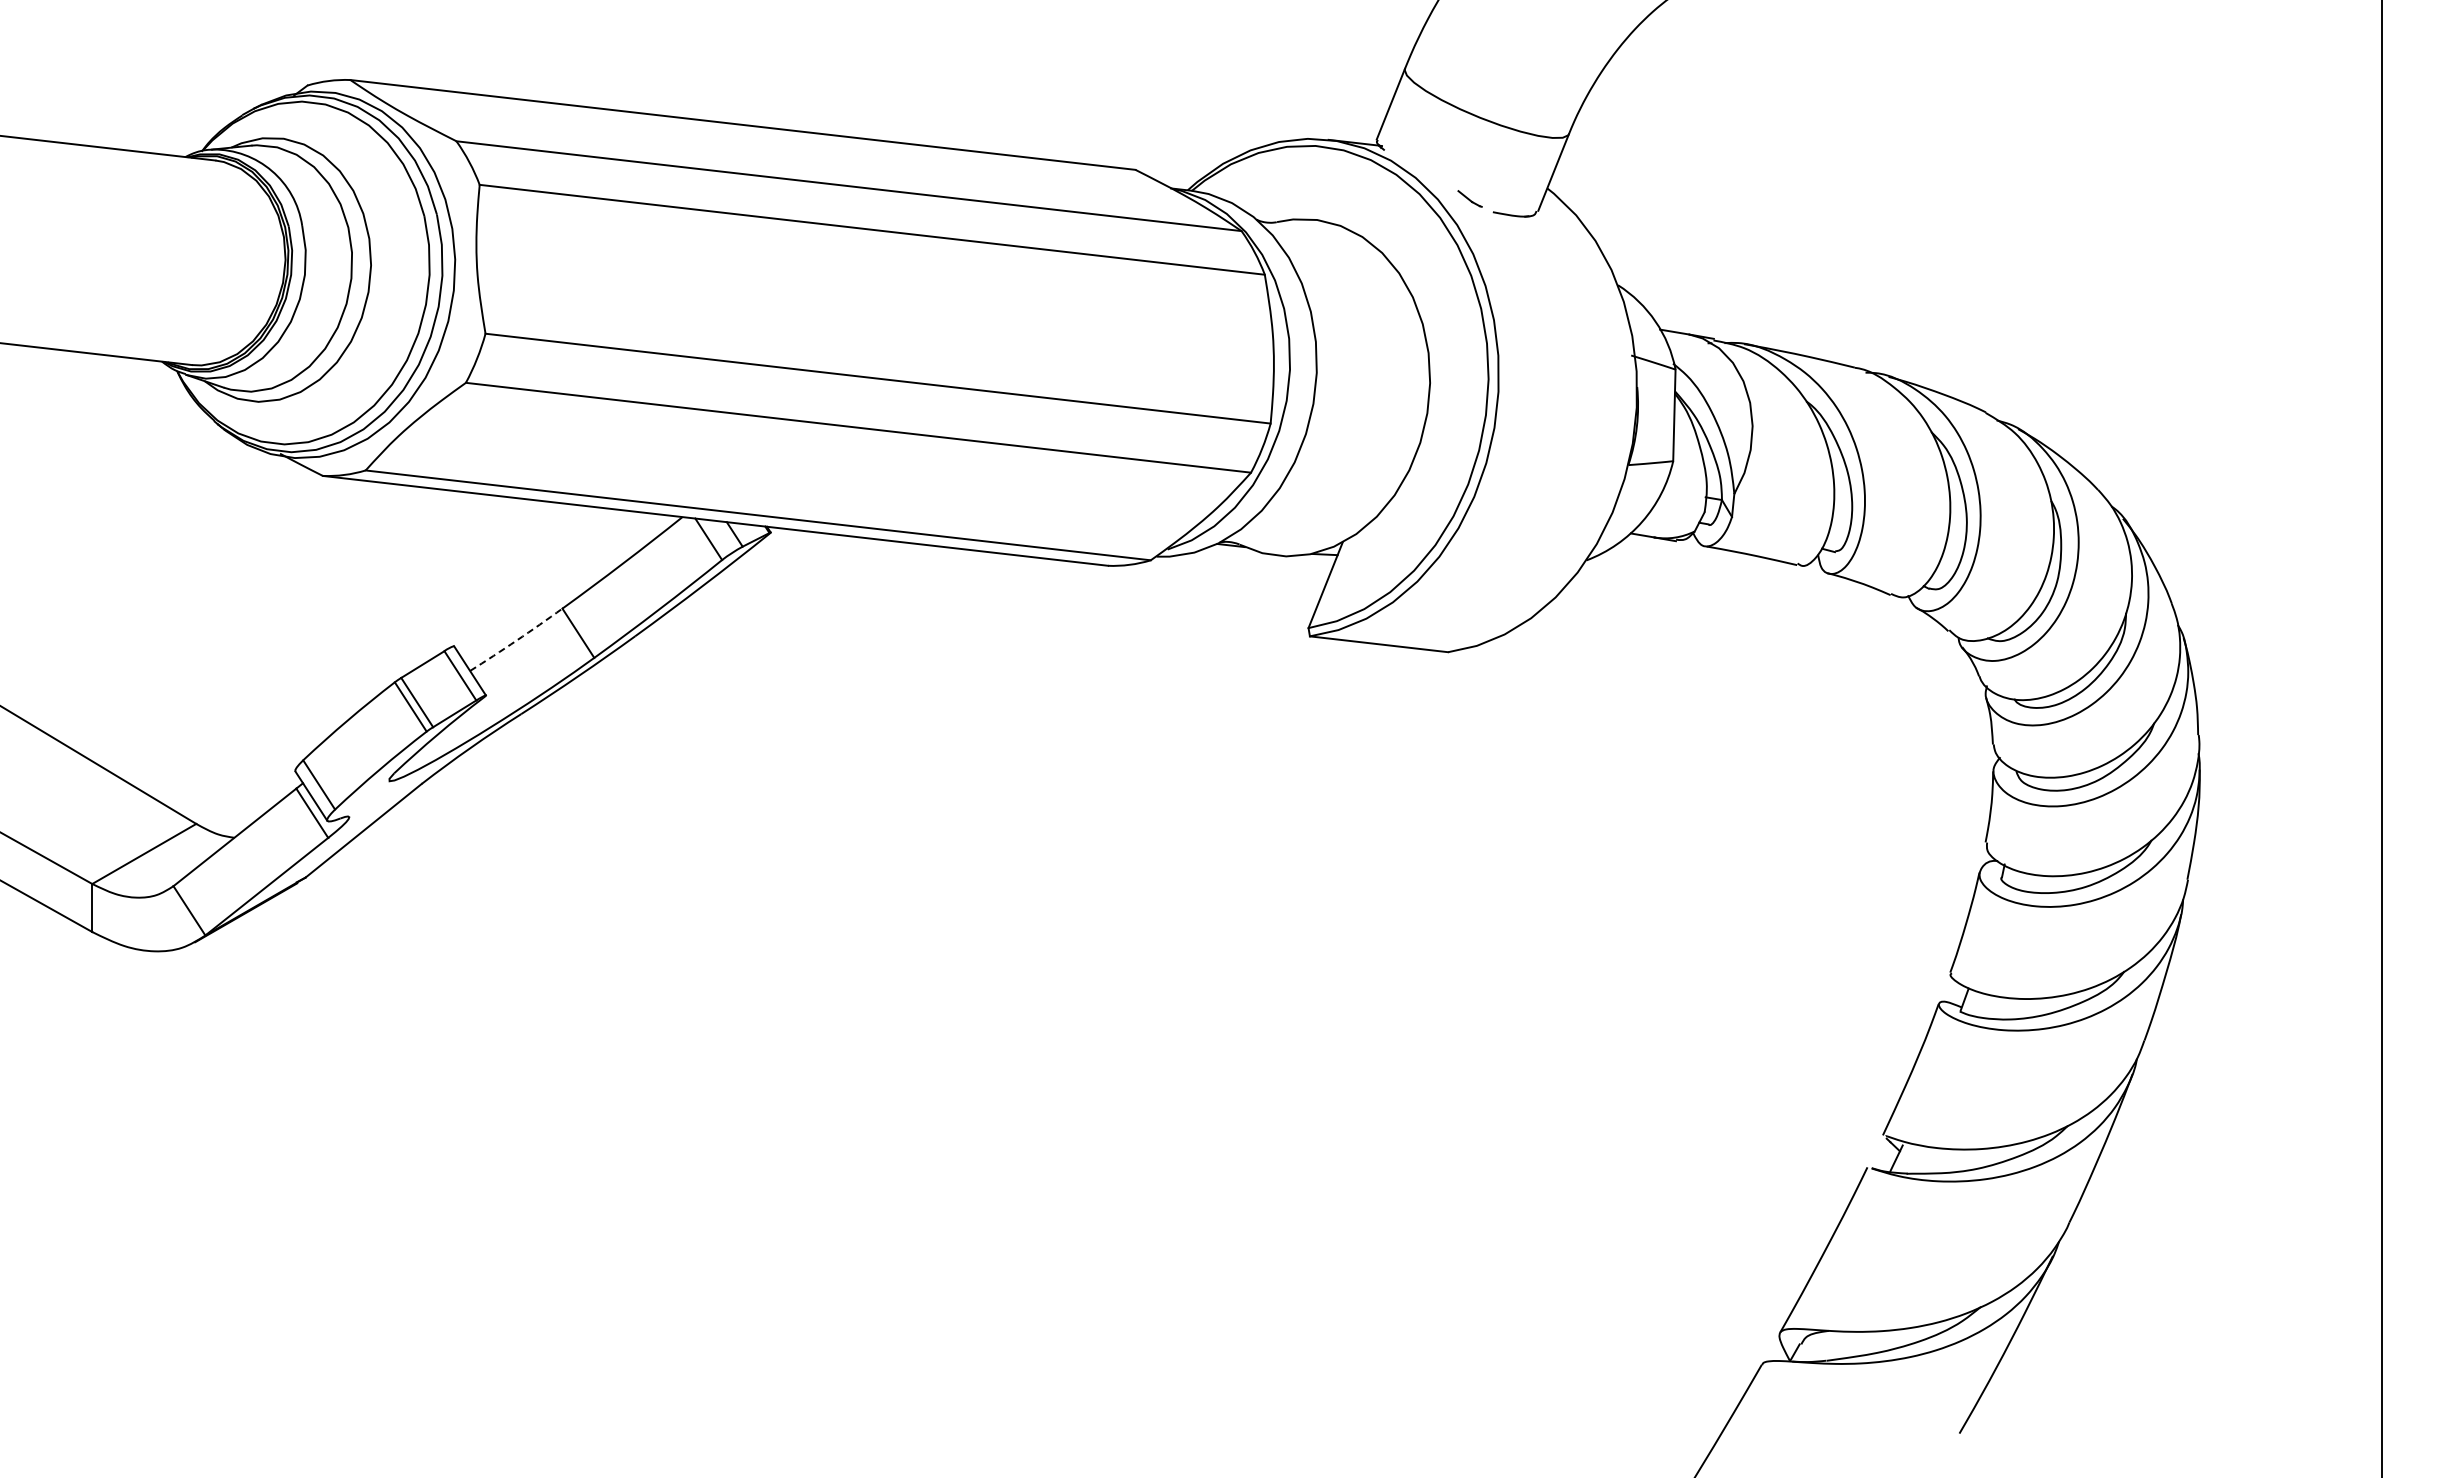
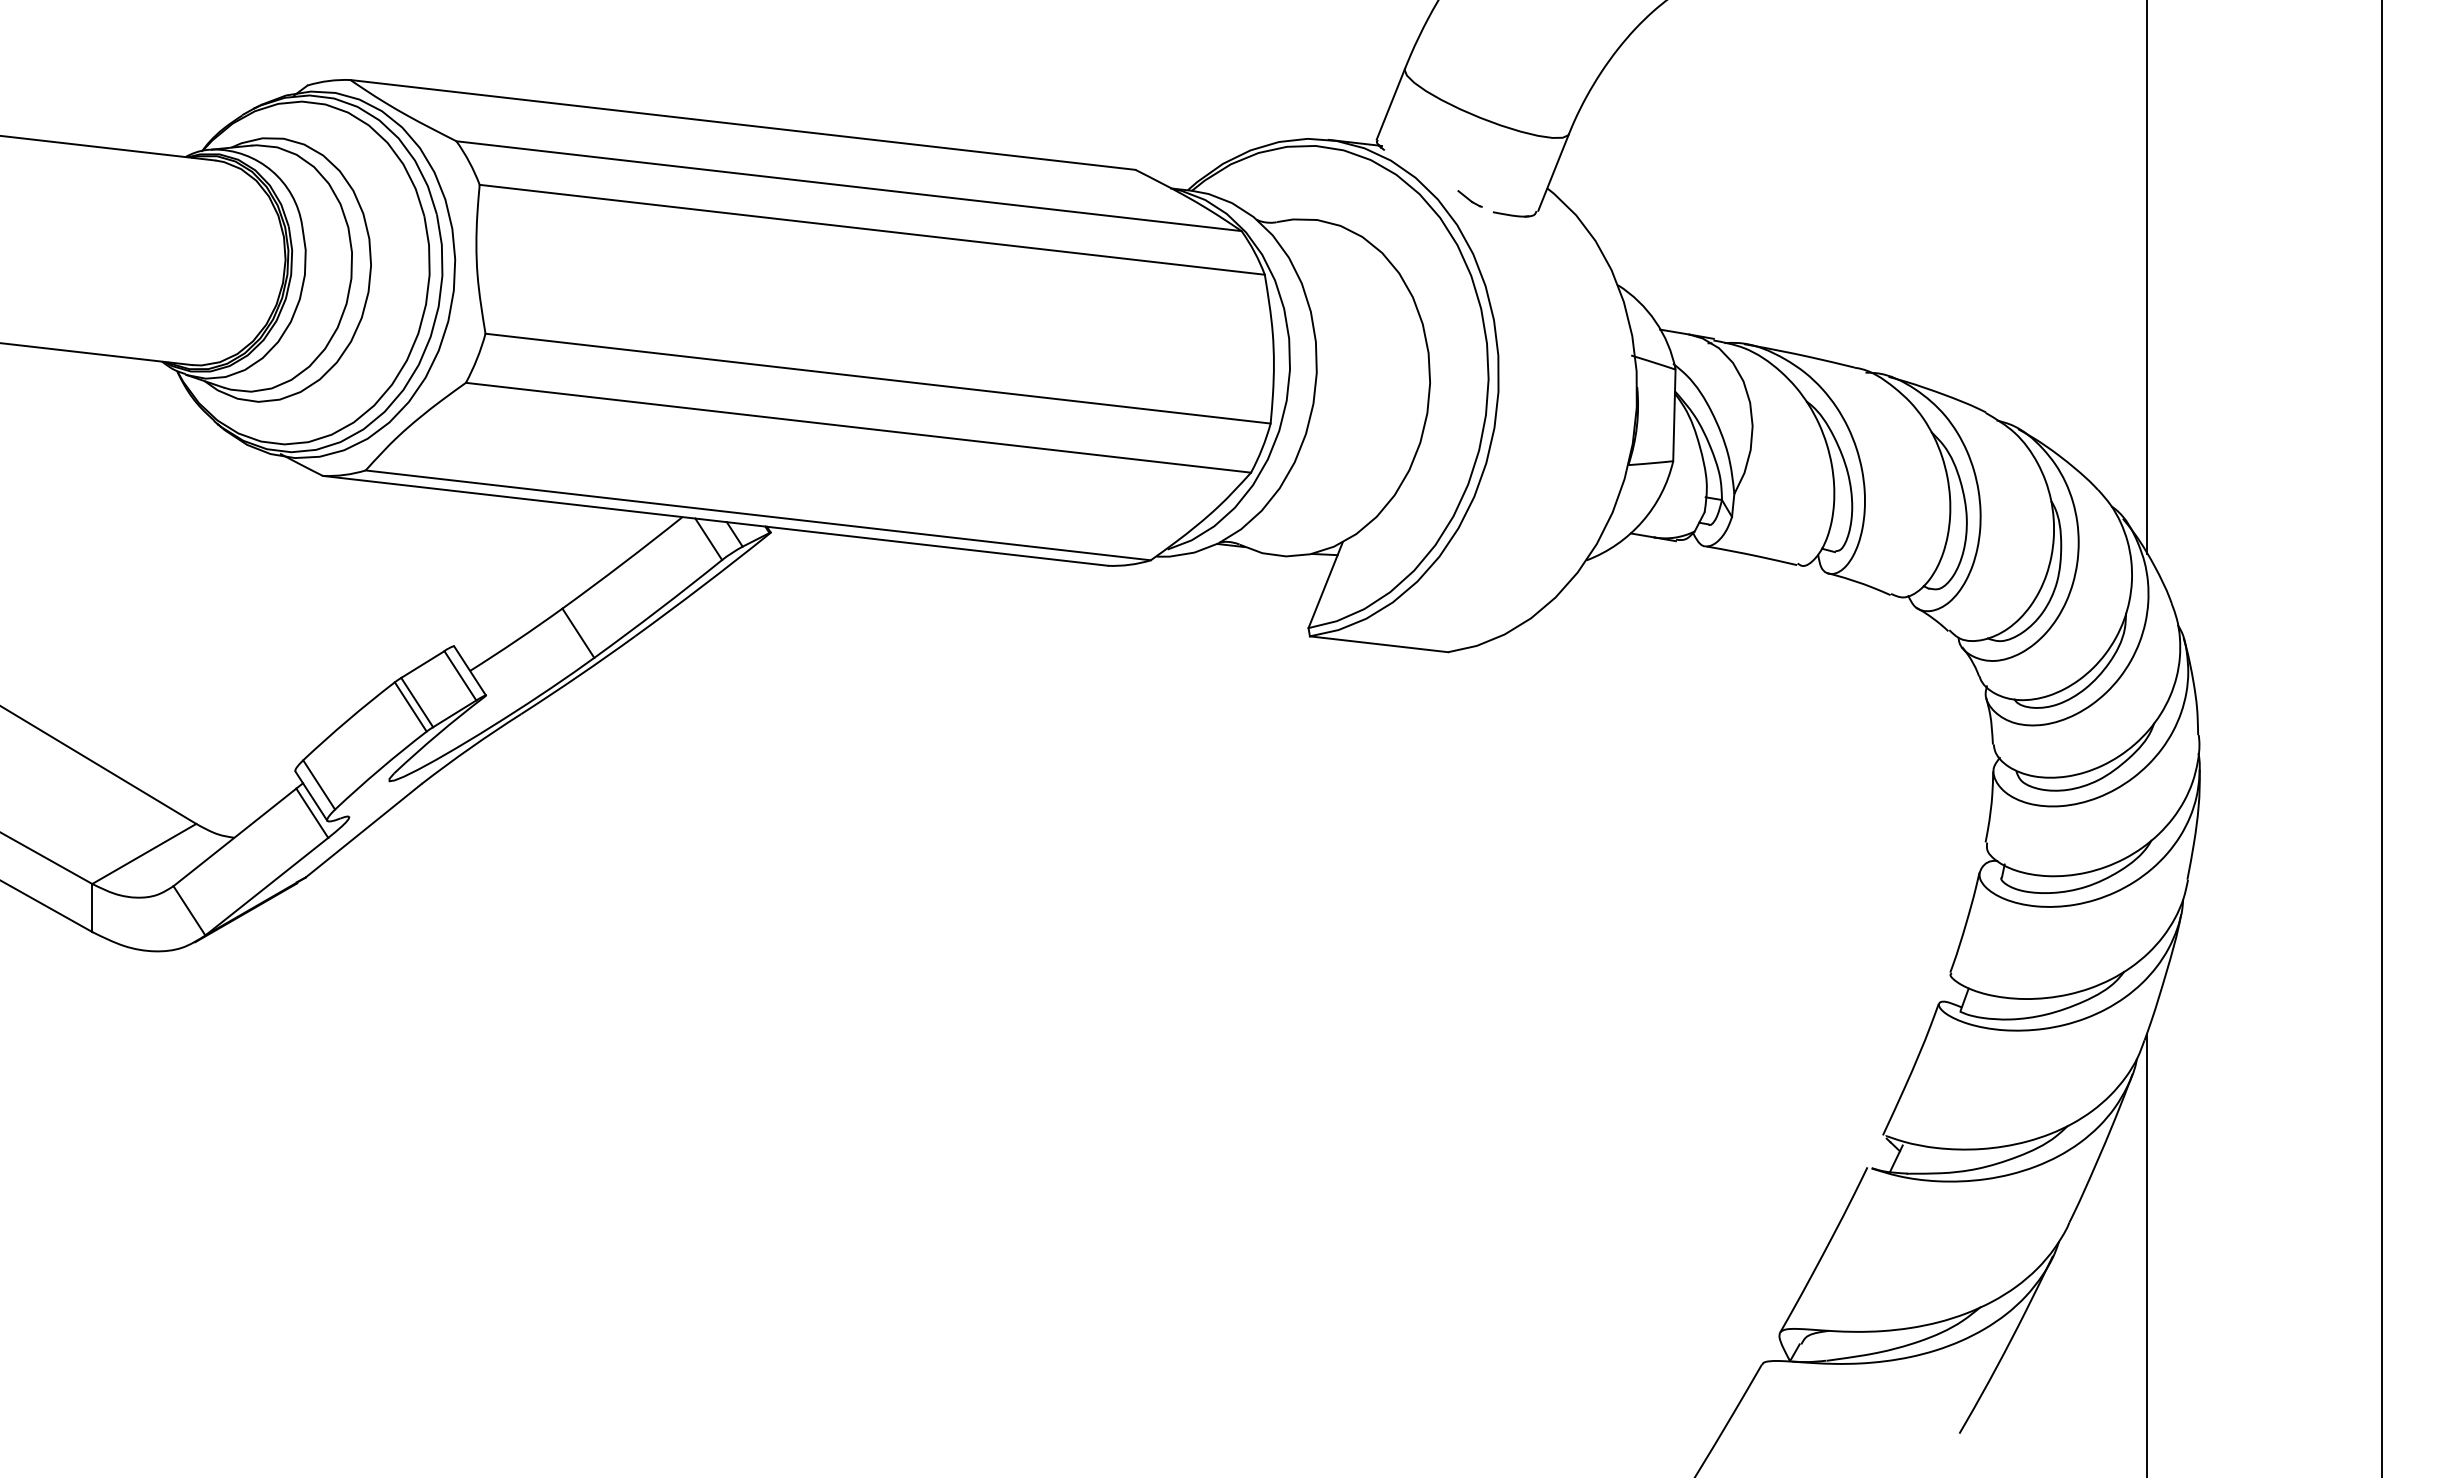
line at (2147, 277): none -> present
arc at (516, 640): dashed -> solid
line at (2147, 1253): none -> present
